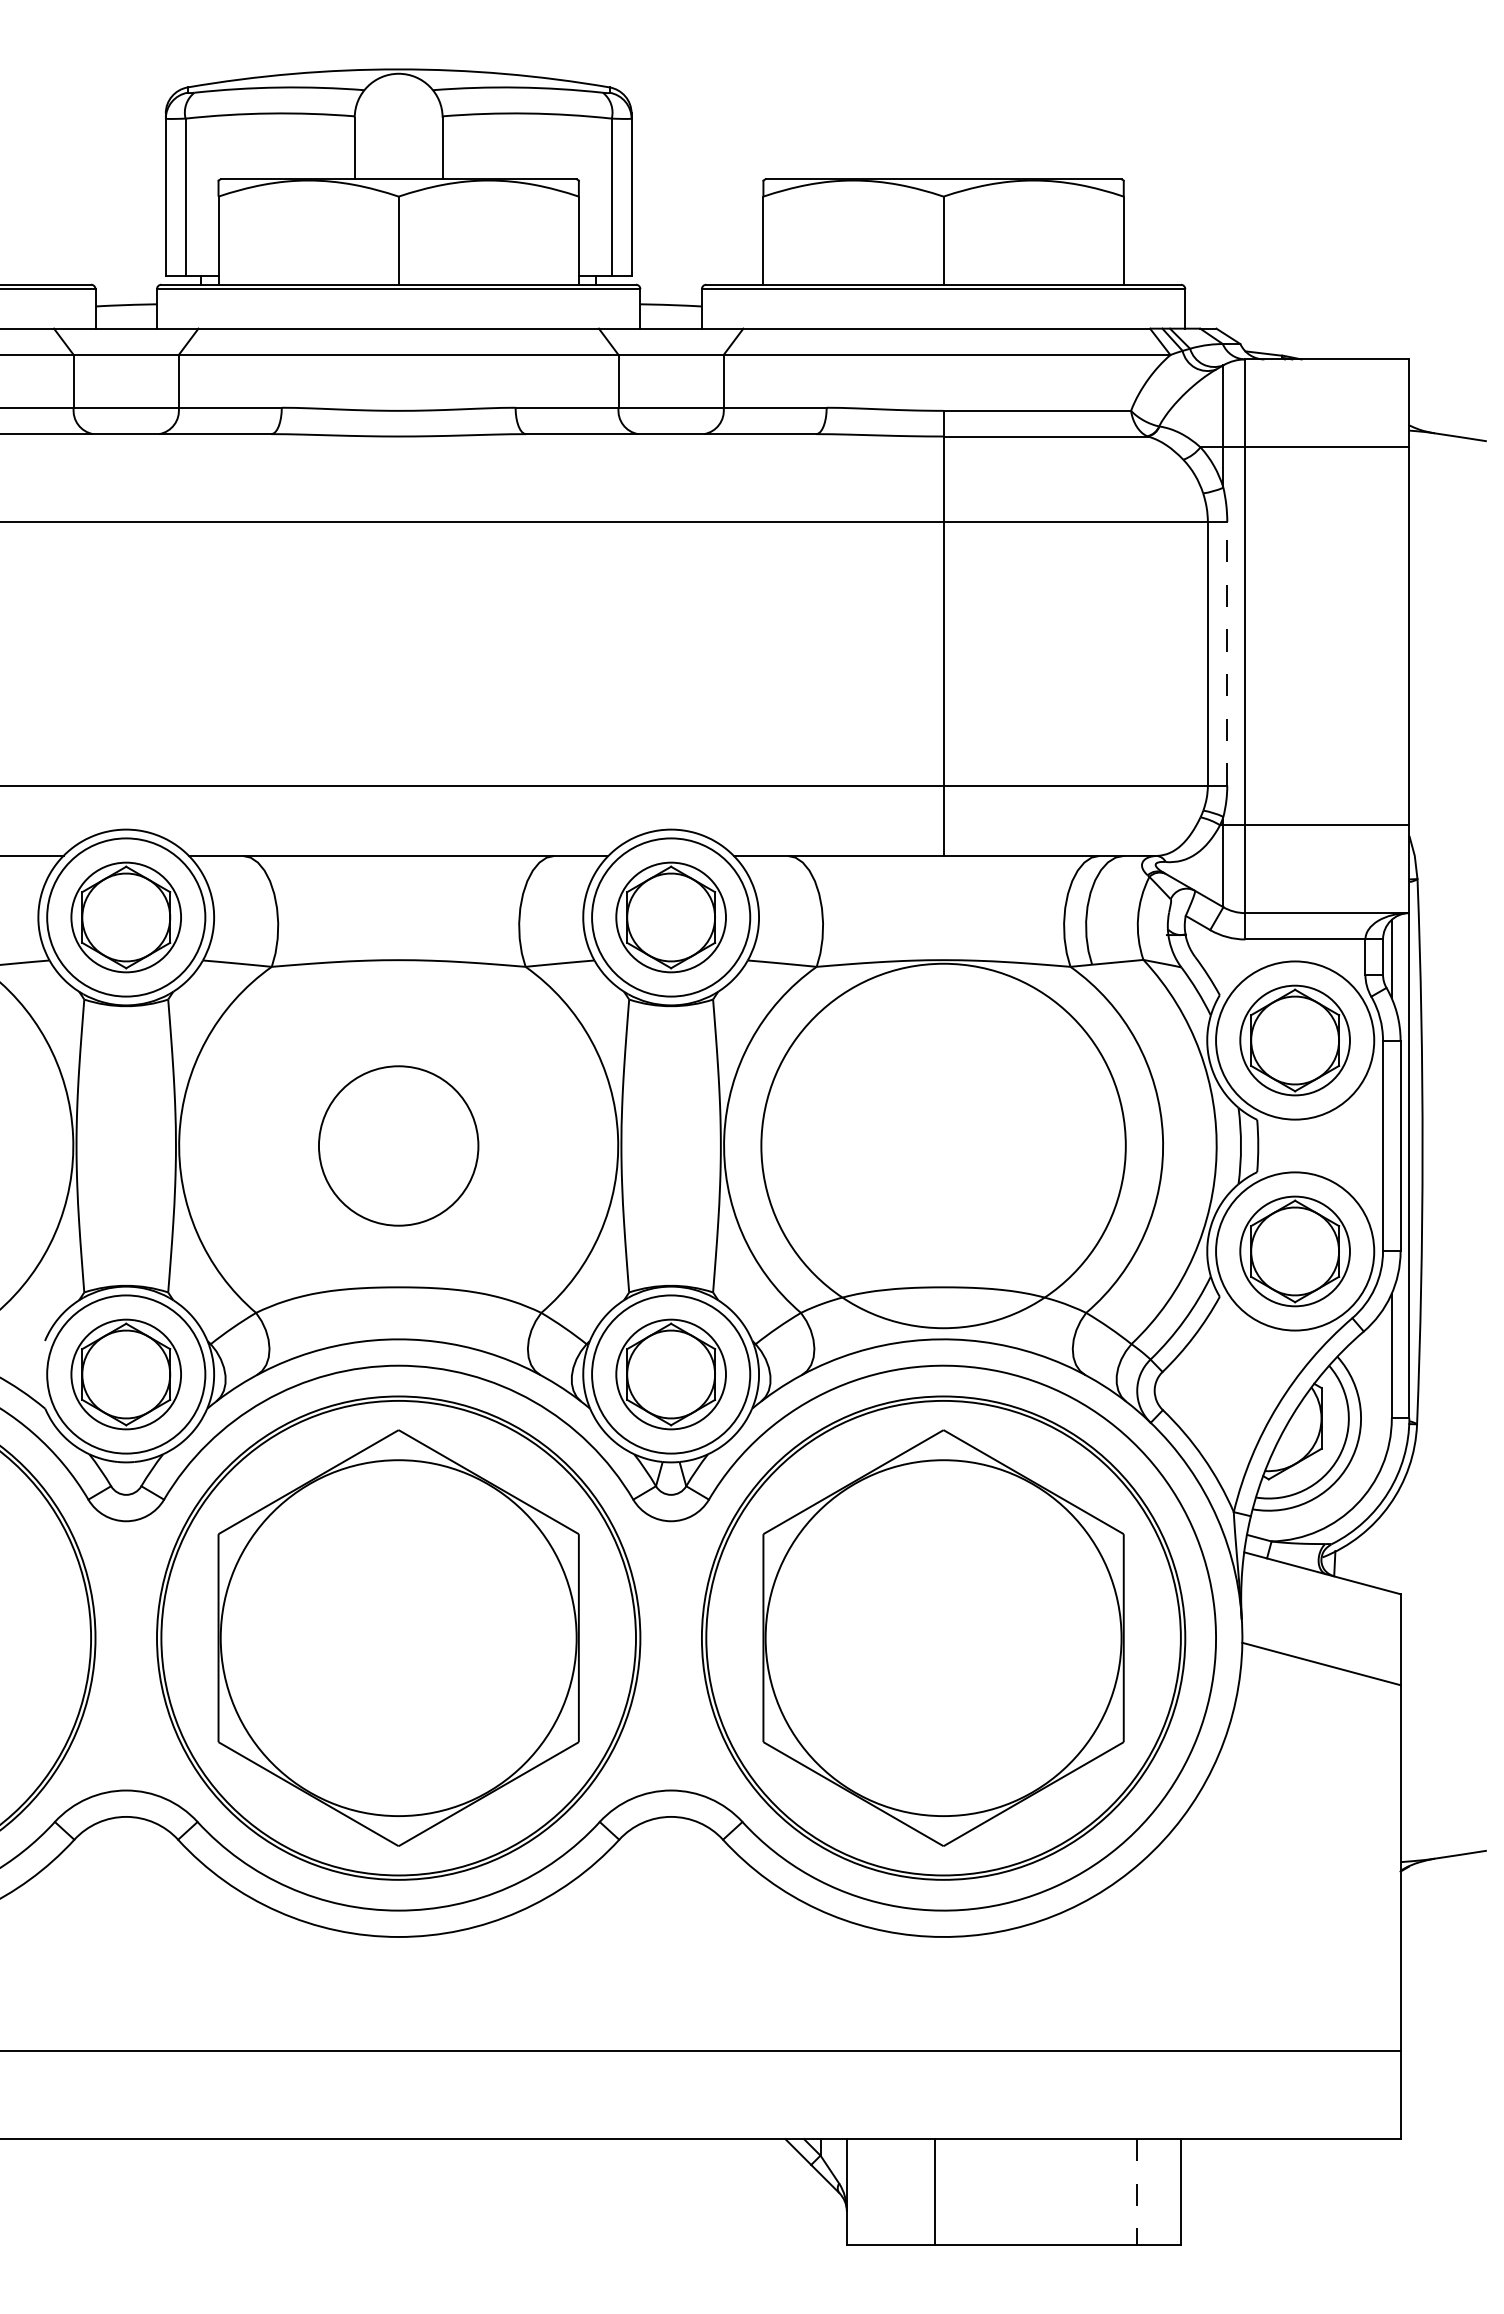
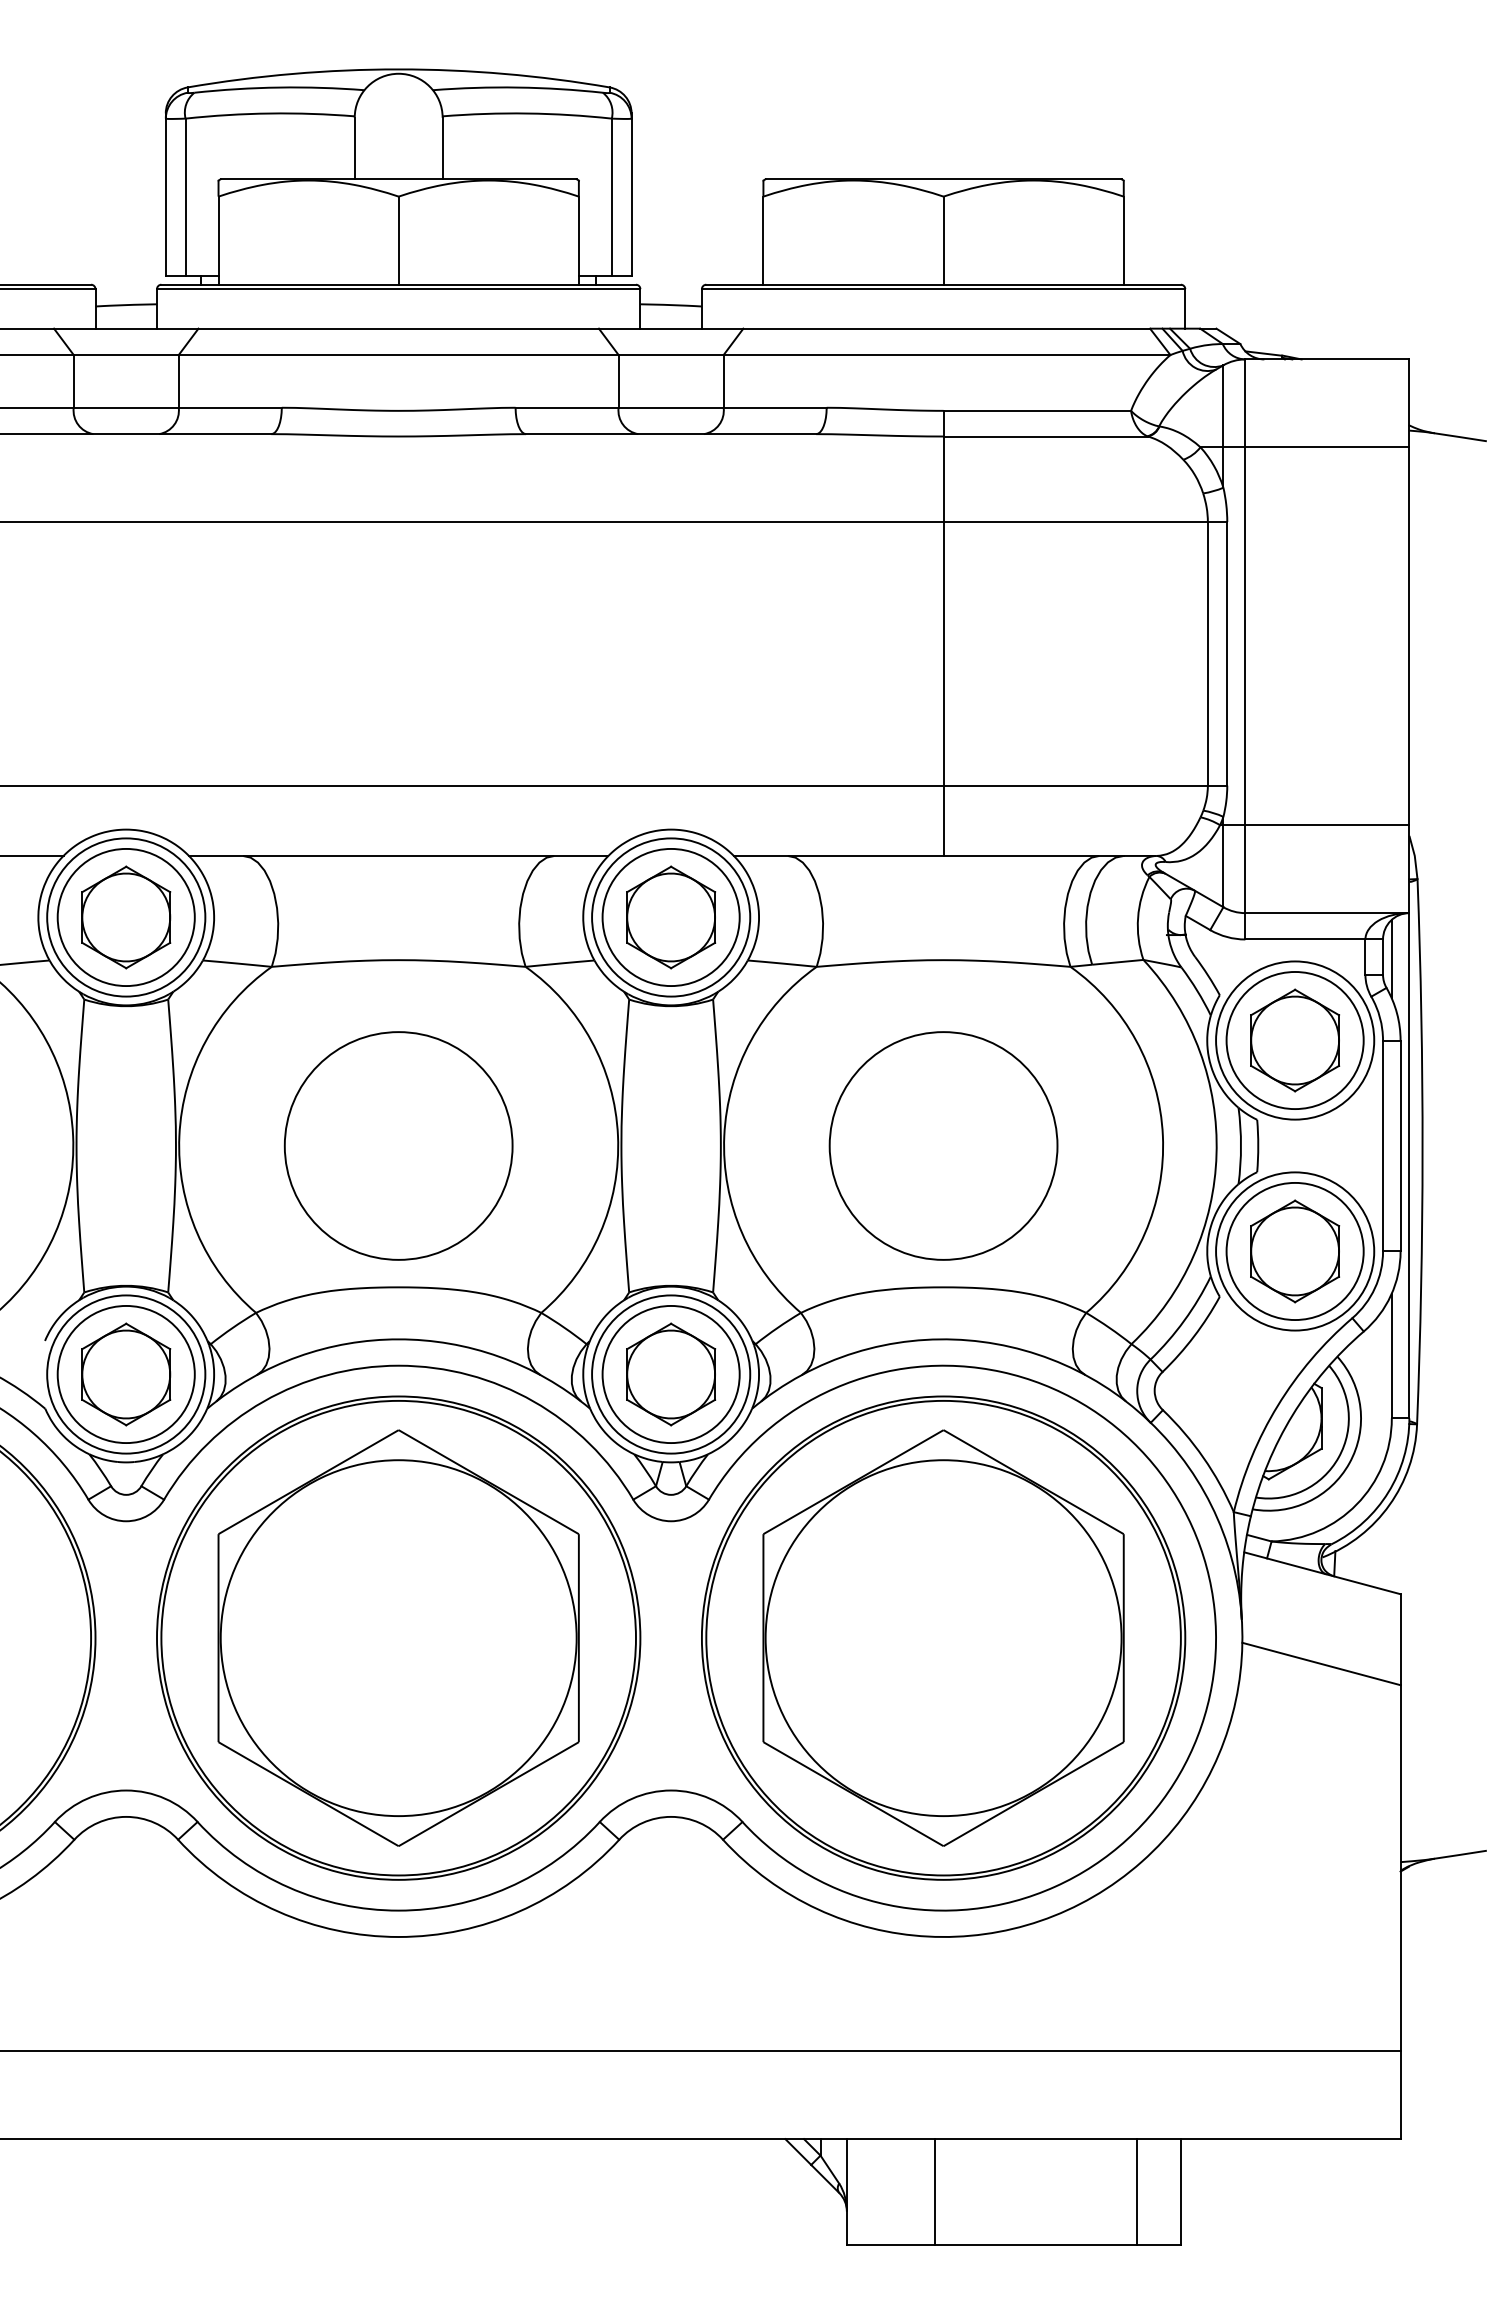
line at (1227, 653): dashed -> solid
circle at (126, 917) diameter: 110 px -> 137 px
circle at (670, 917) diameter: 110 px -> 137 px
circle at (1294, 1040) diameter: 110 px -> 137 px
circle at (398, 1145) diameter: 159 px -> 228 px
circle at (943, 1145) diameter: 364 px -> 228 px
circle at (1294, 1251) diameter: 110 px -> 137 px
circle at (126, 1374) diameter: 110 px -> 137 px
circle at (670, 1374) diameter: 110 px -> 137 px
line at (1136, 2191): dashed -> solid
